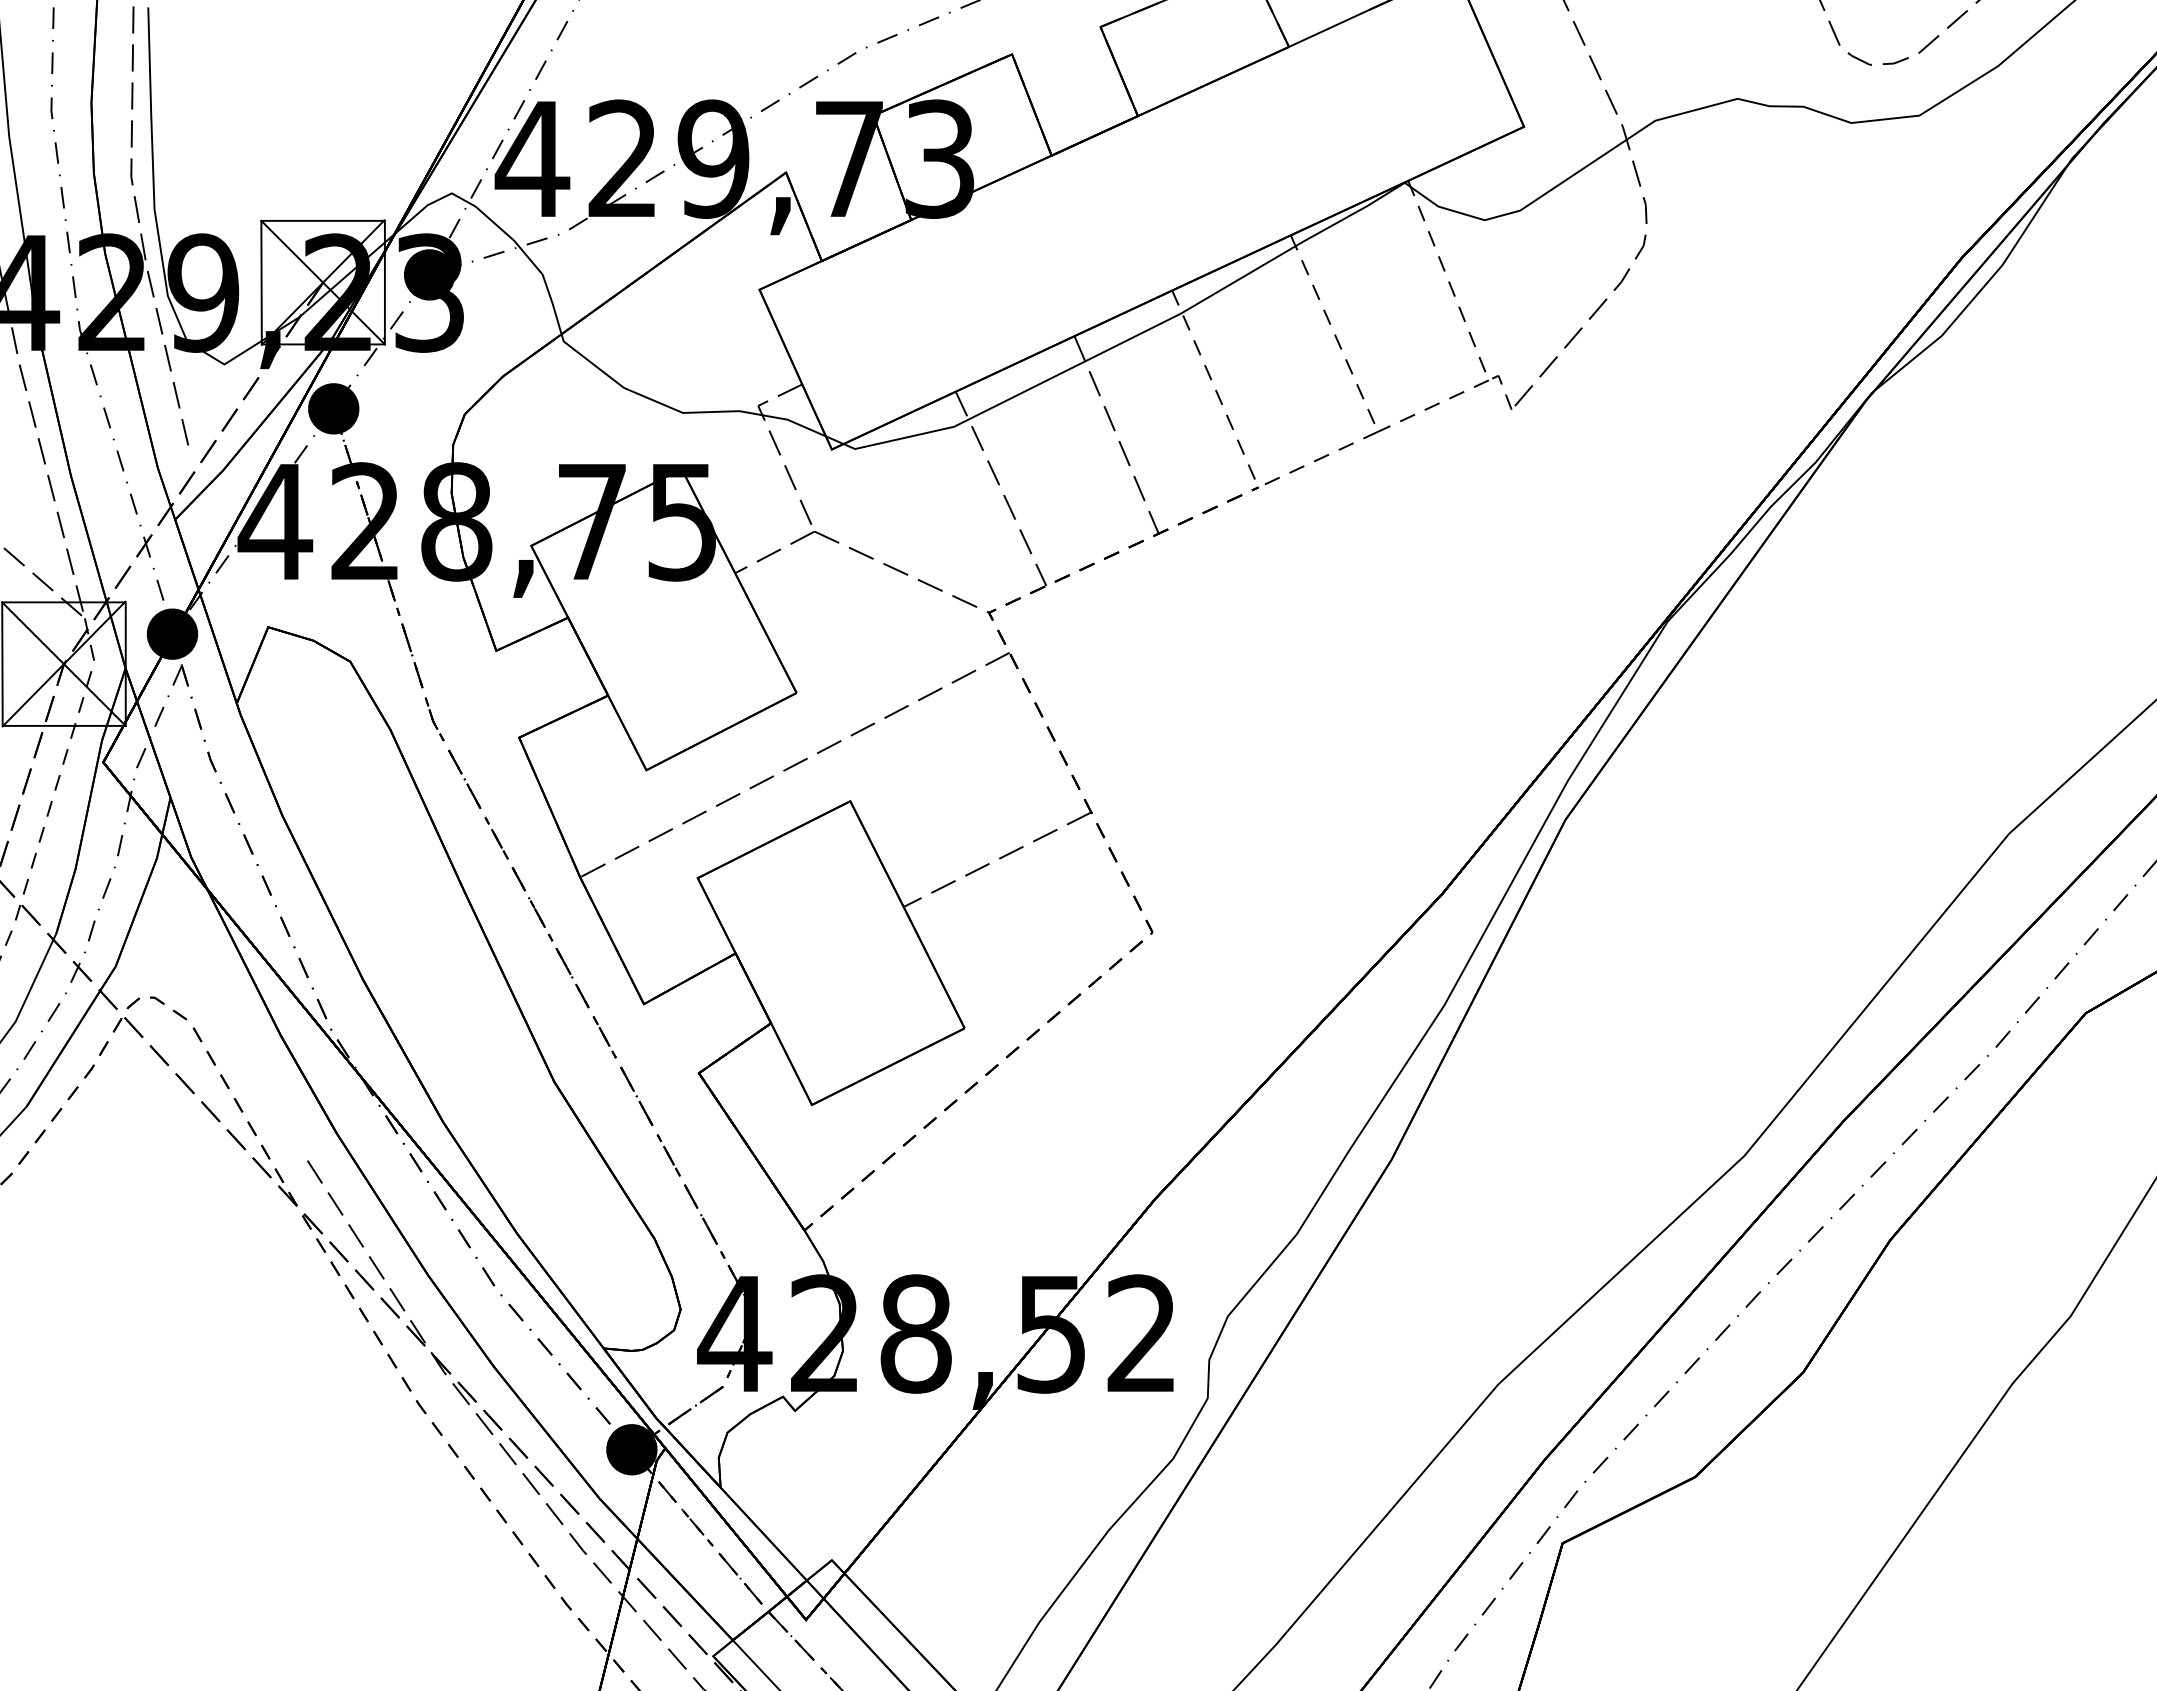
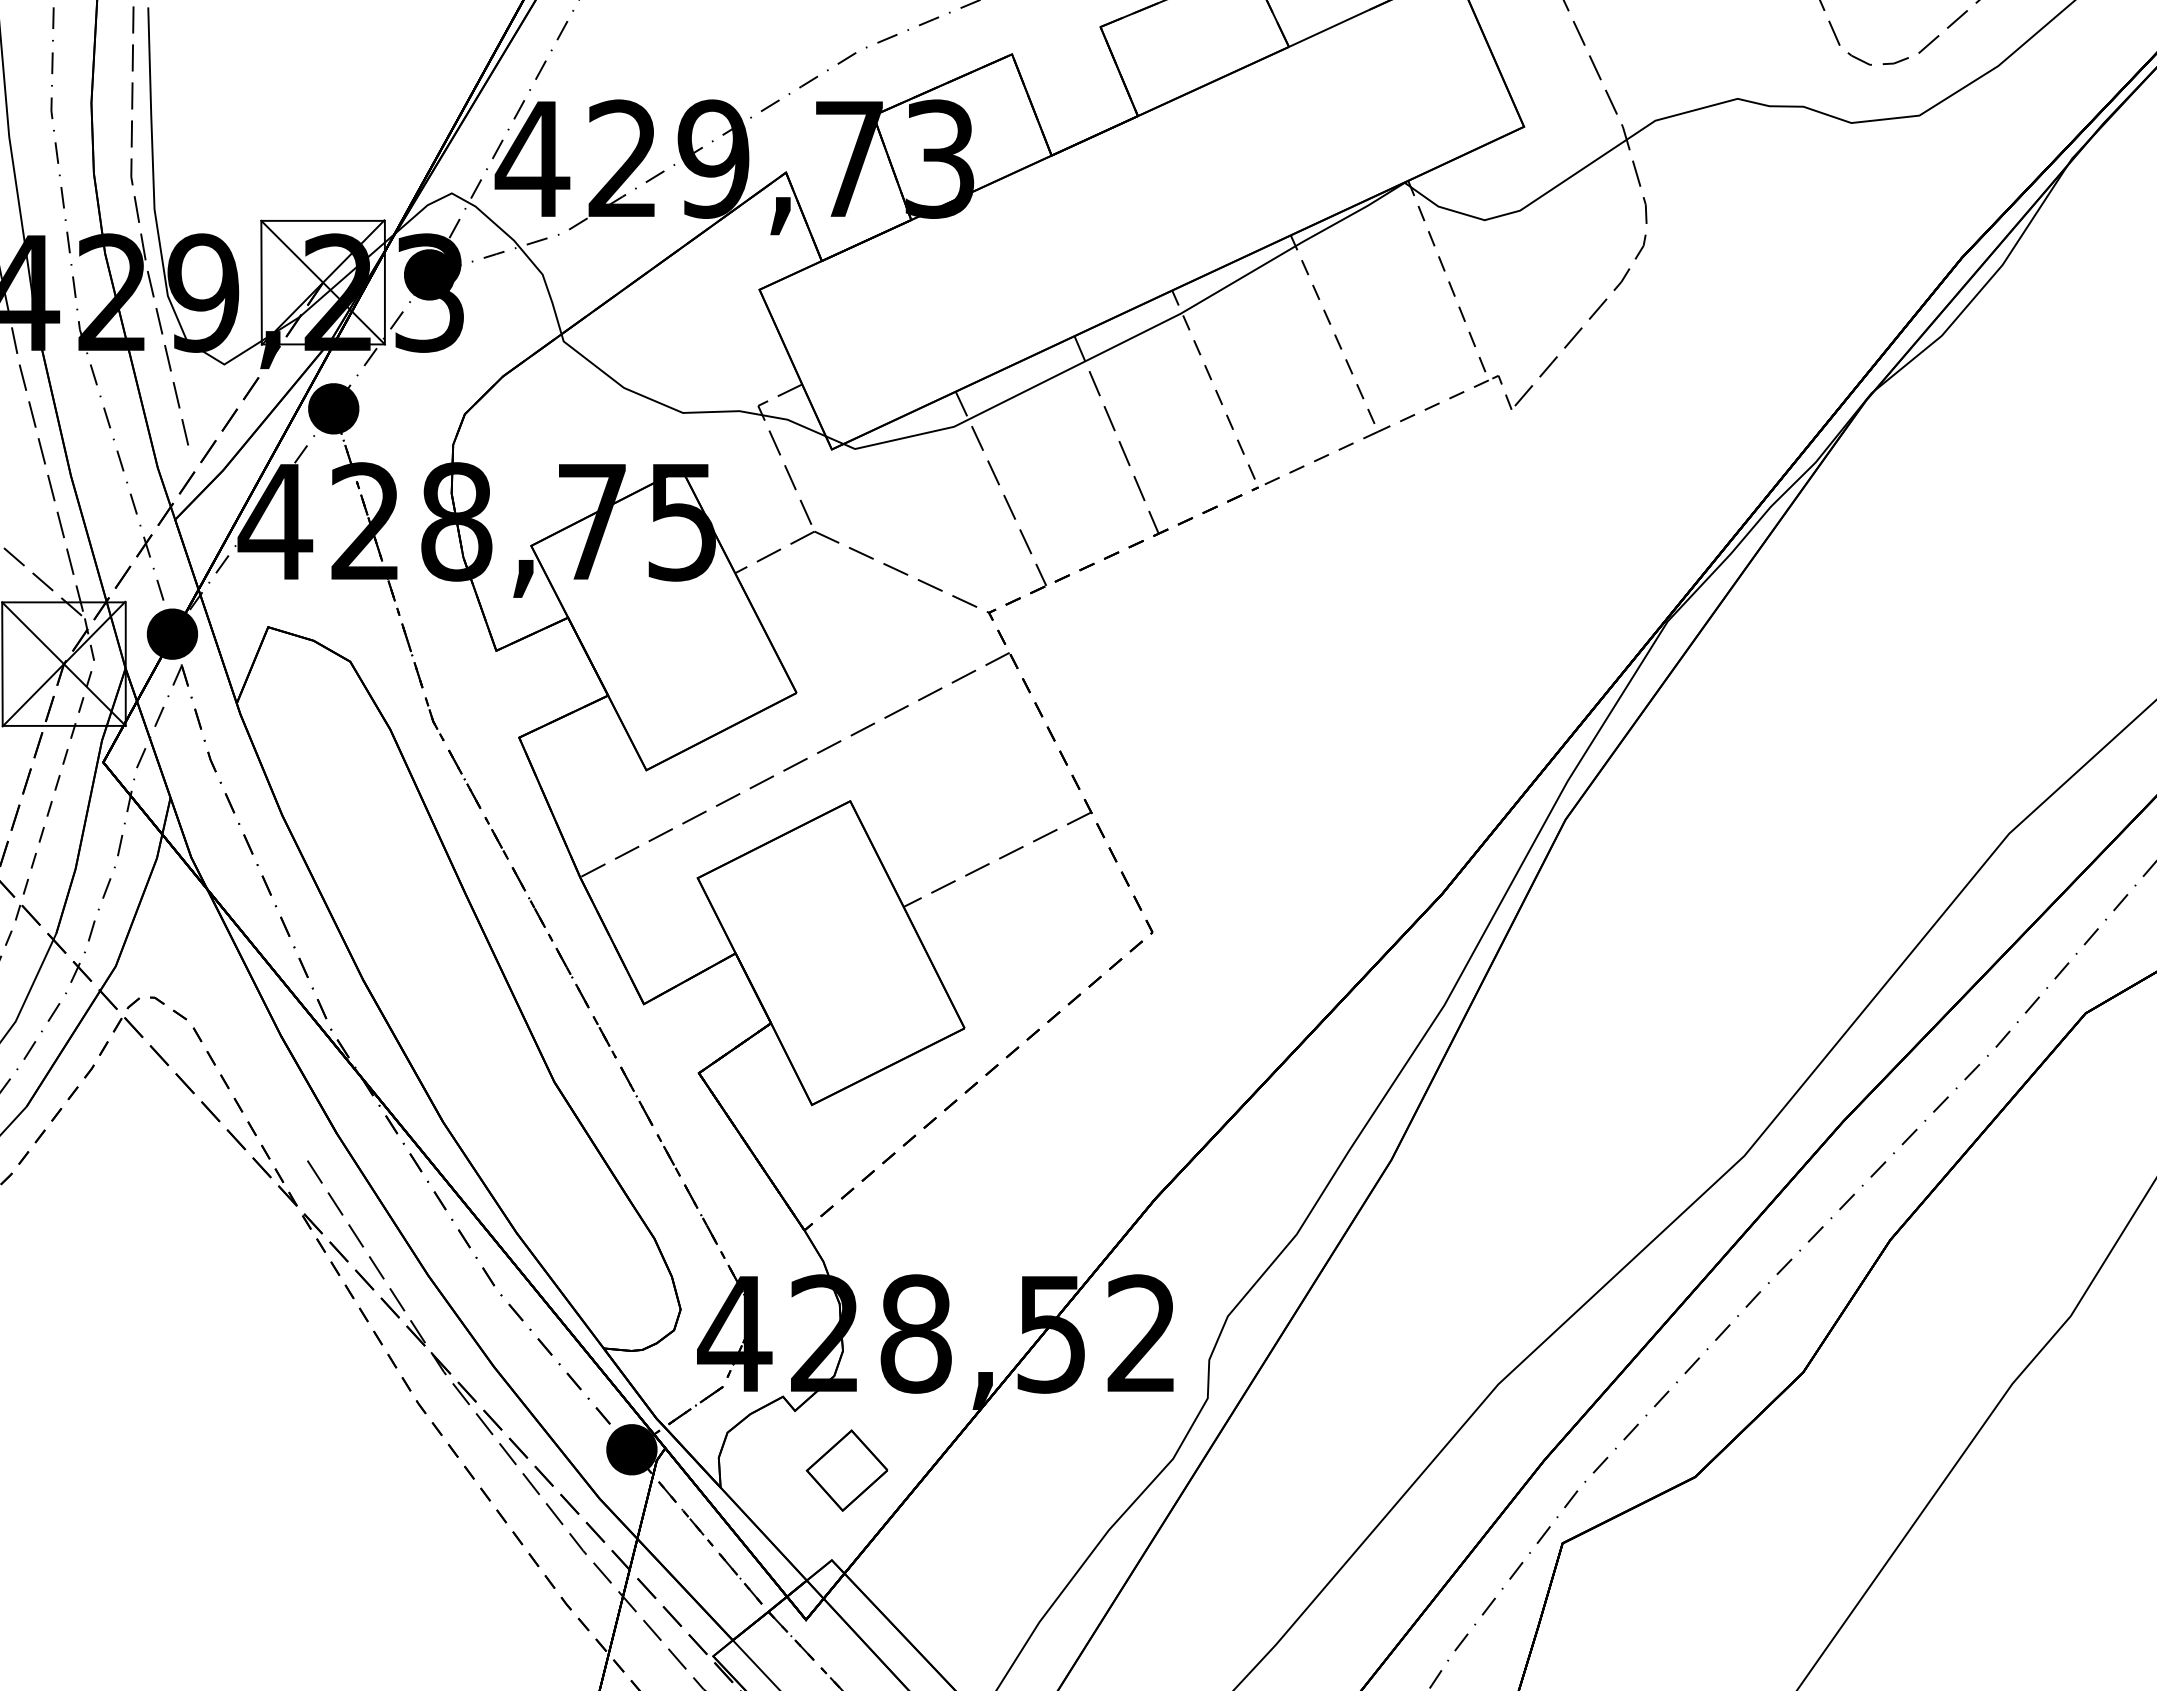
part at (846, 1470): none -> present
